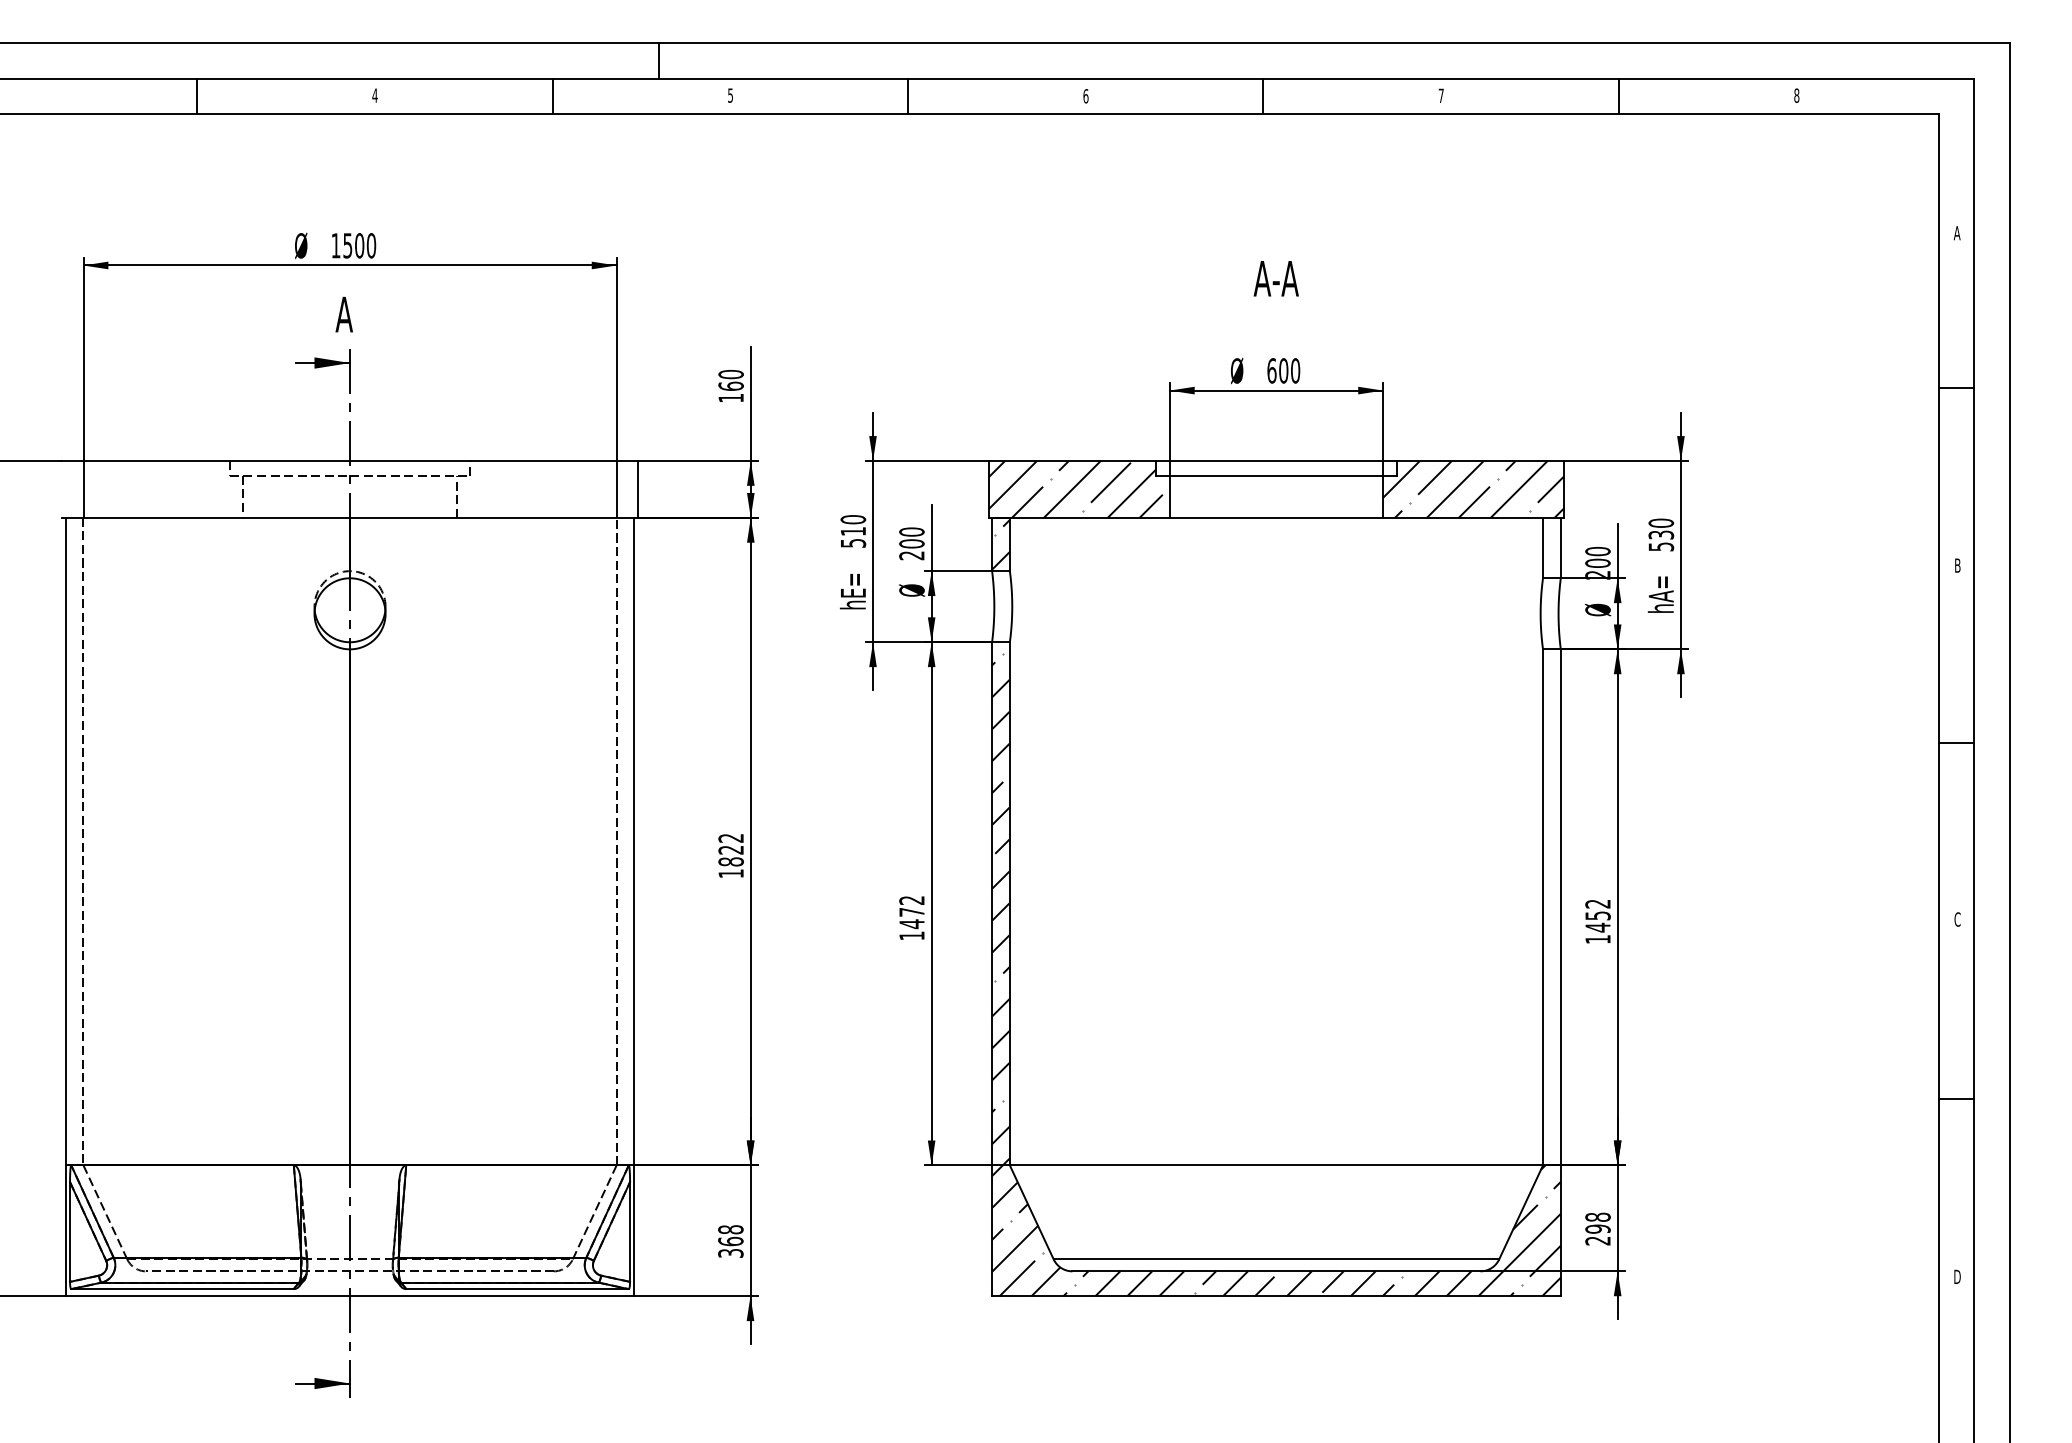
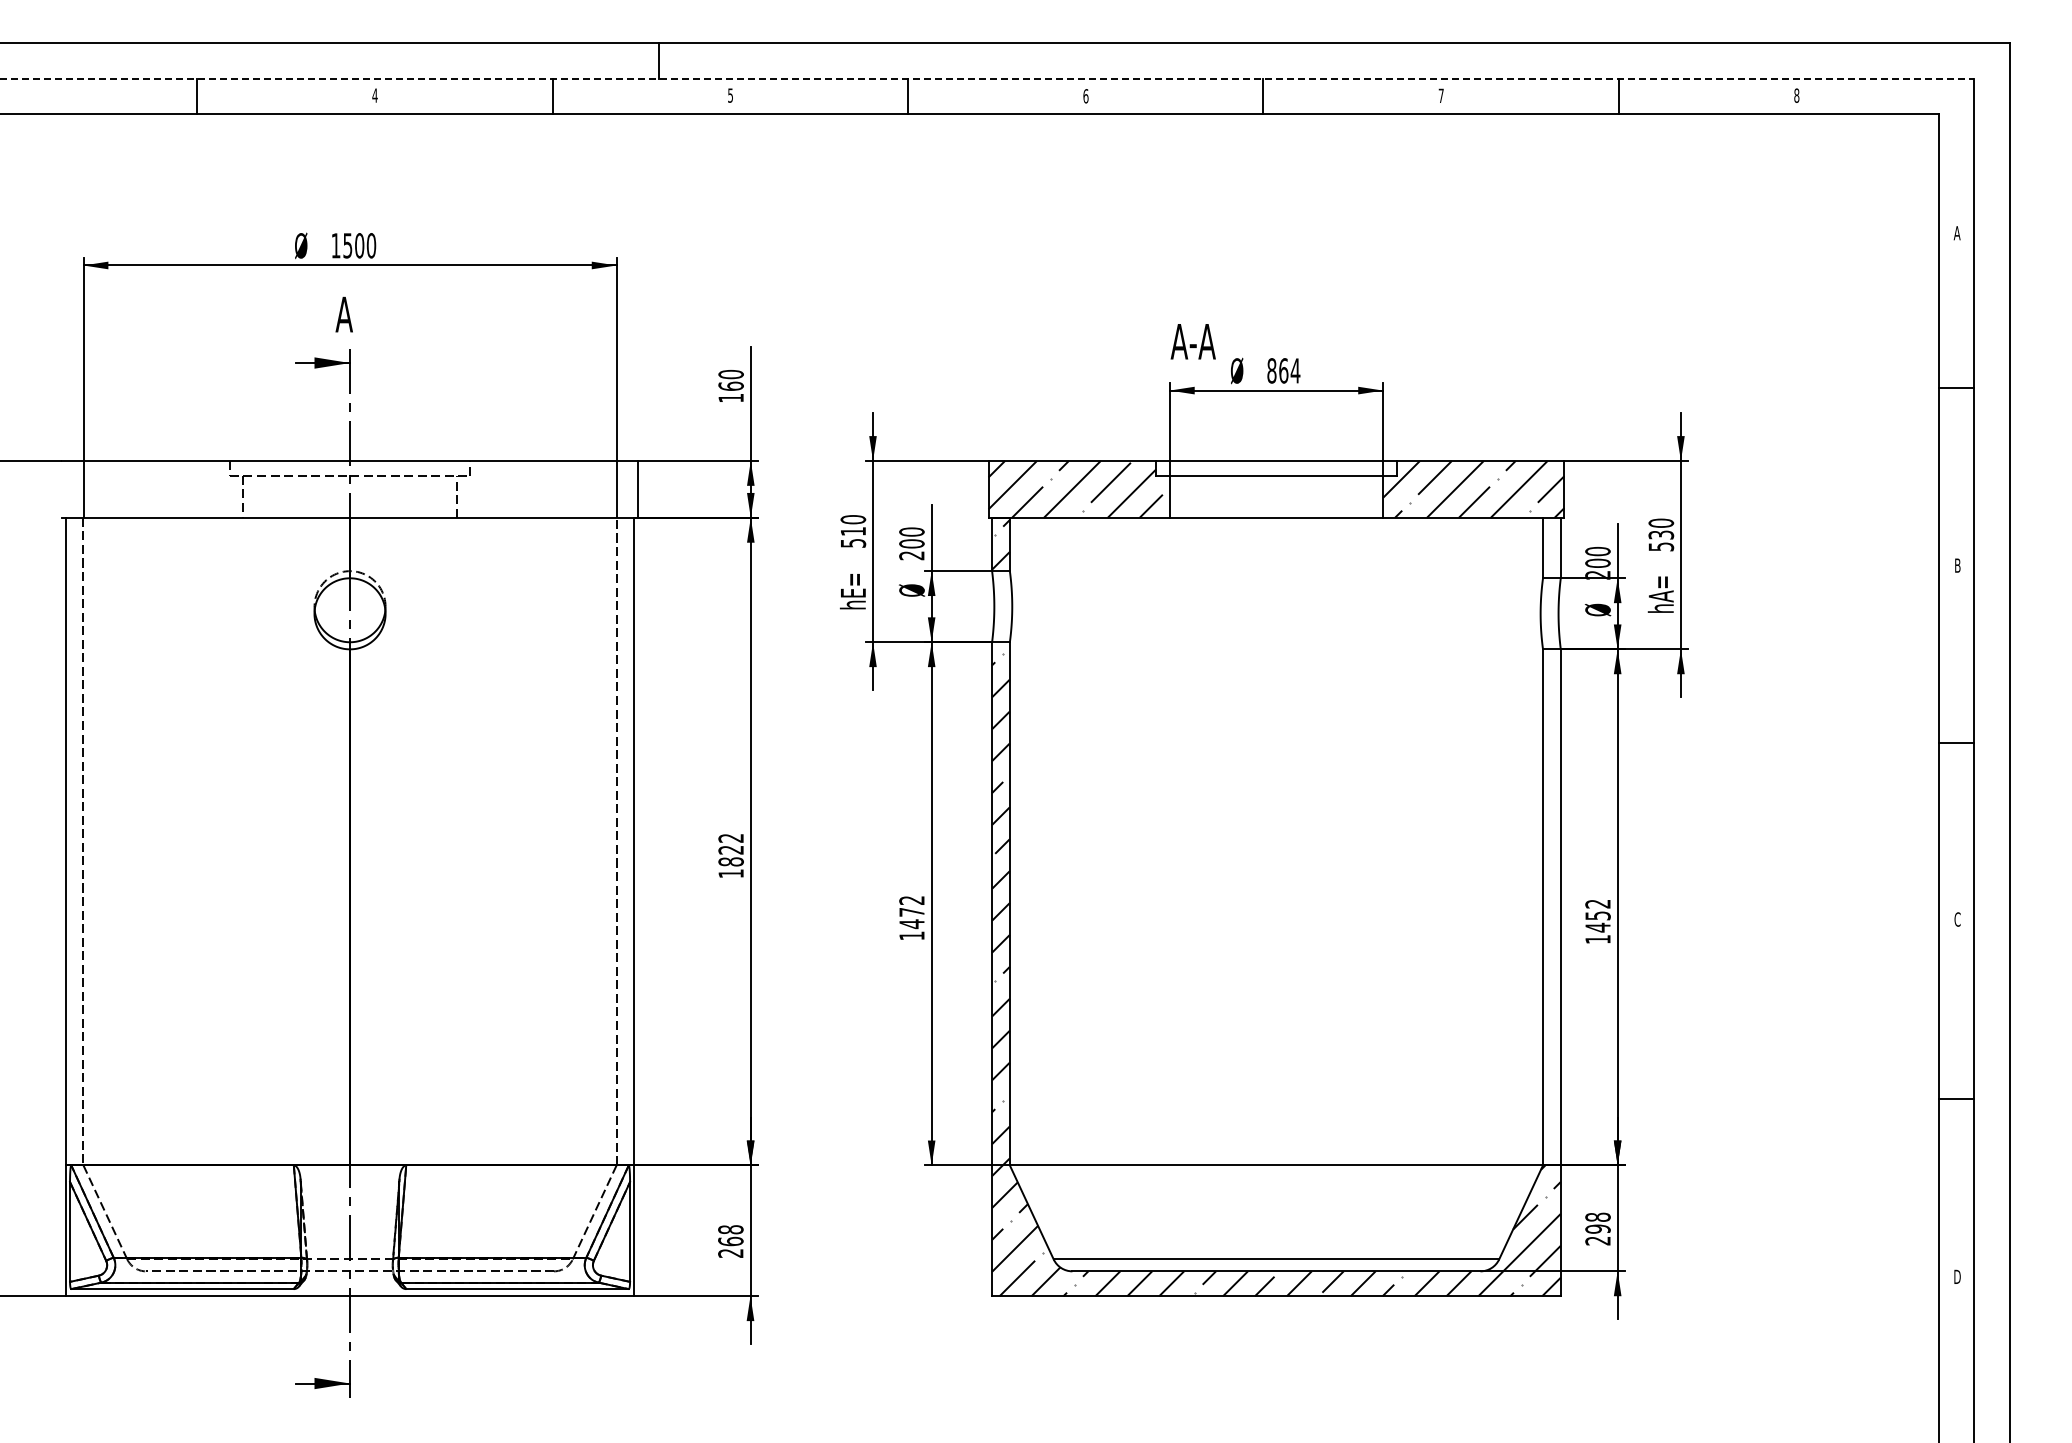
line at (987, 78): solid -> dashed
text at (1275, 278) position: (1275, 278) -> (1192, 341)
text at (1283, 370): 600 -> 864
text at (730, 1253): 368 -> 268
